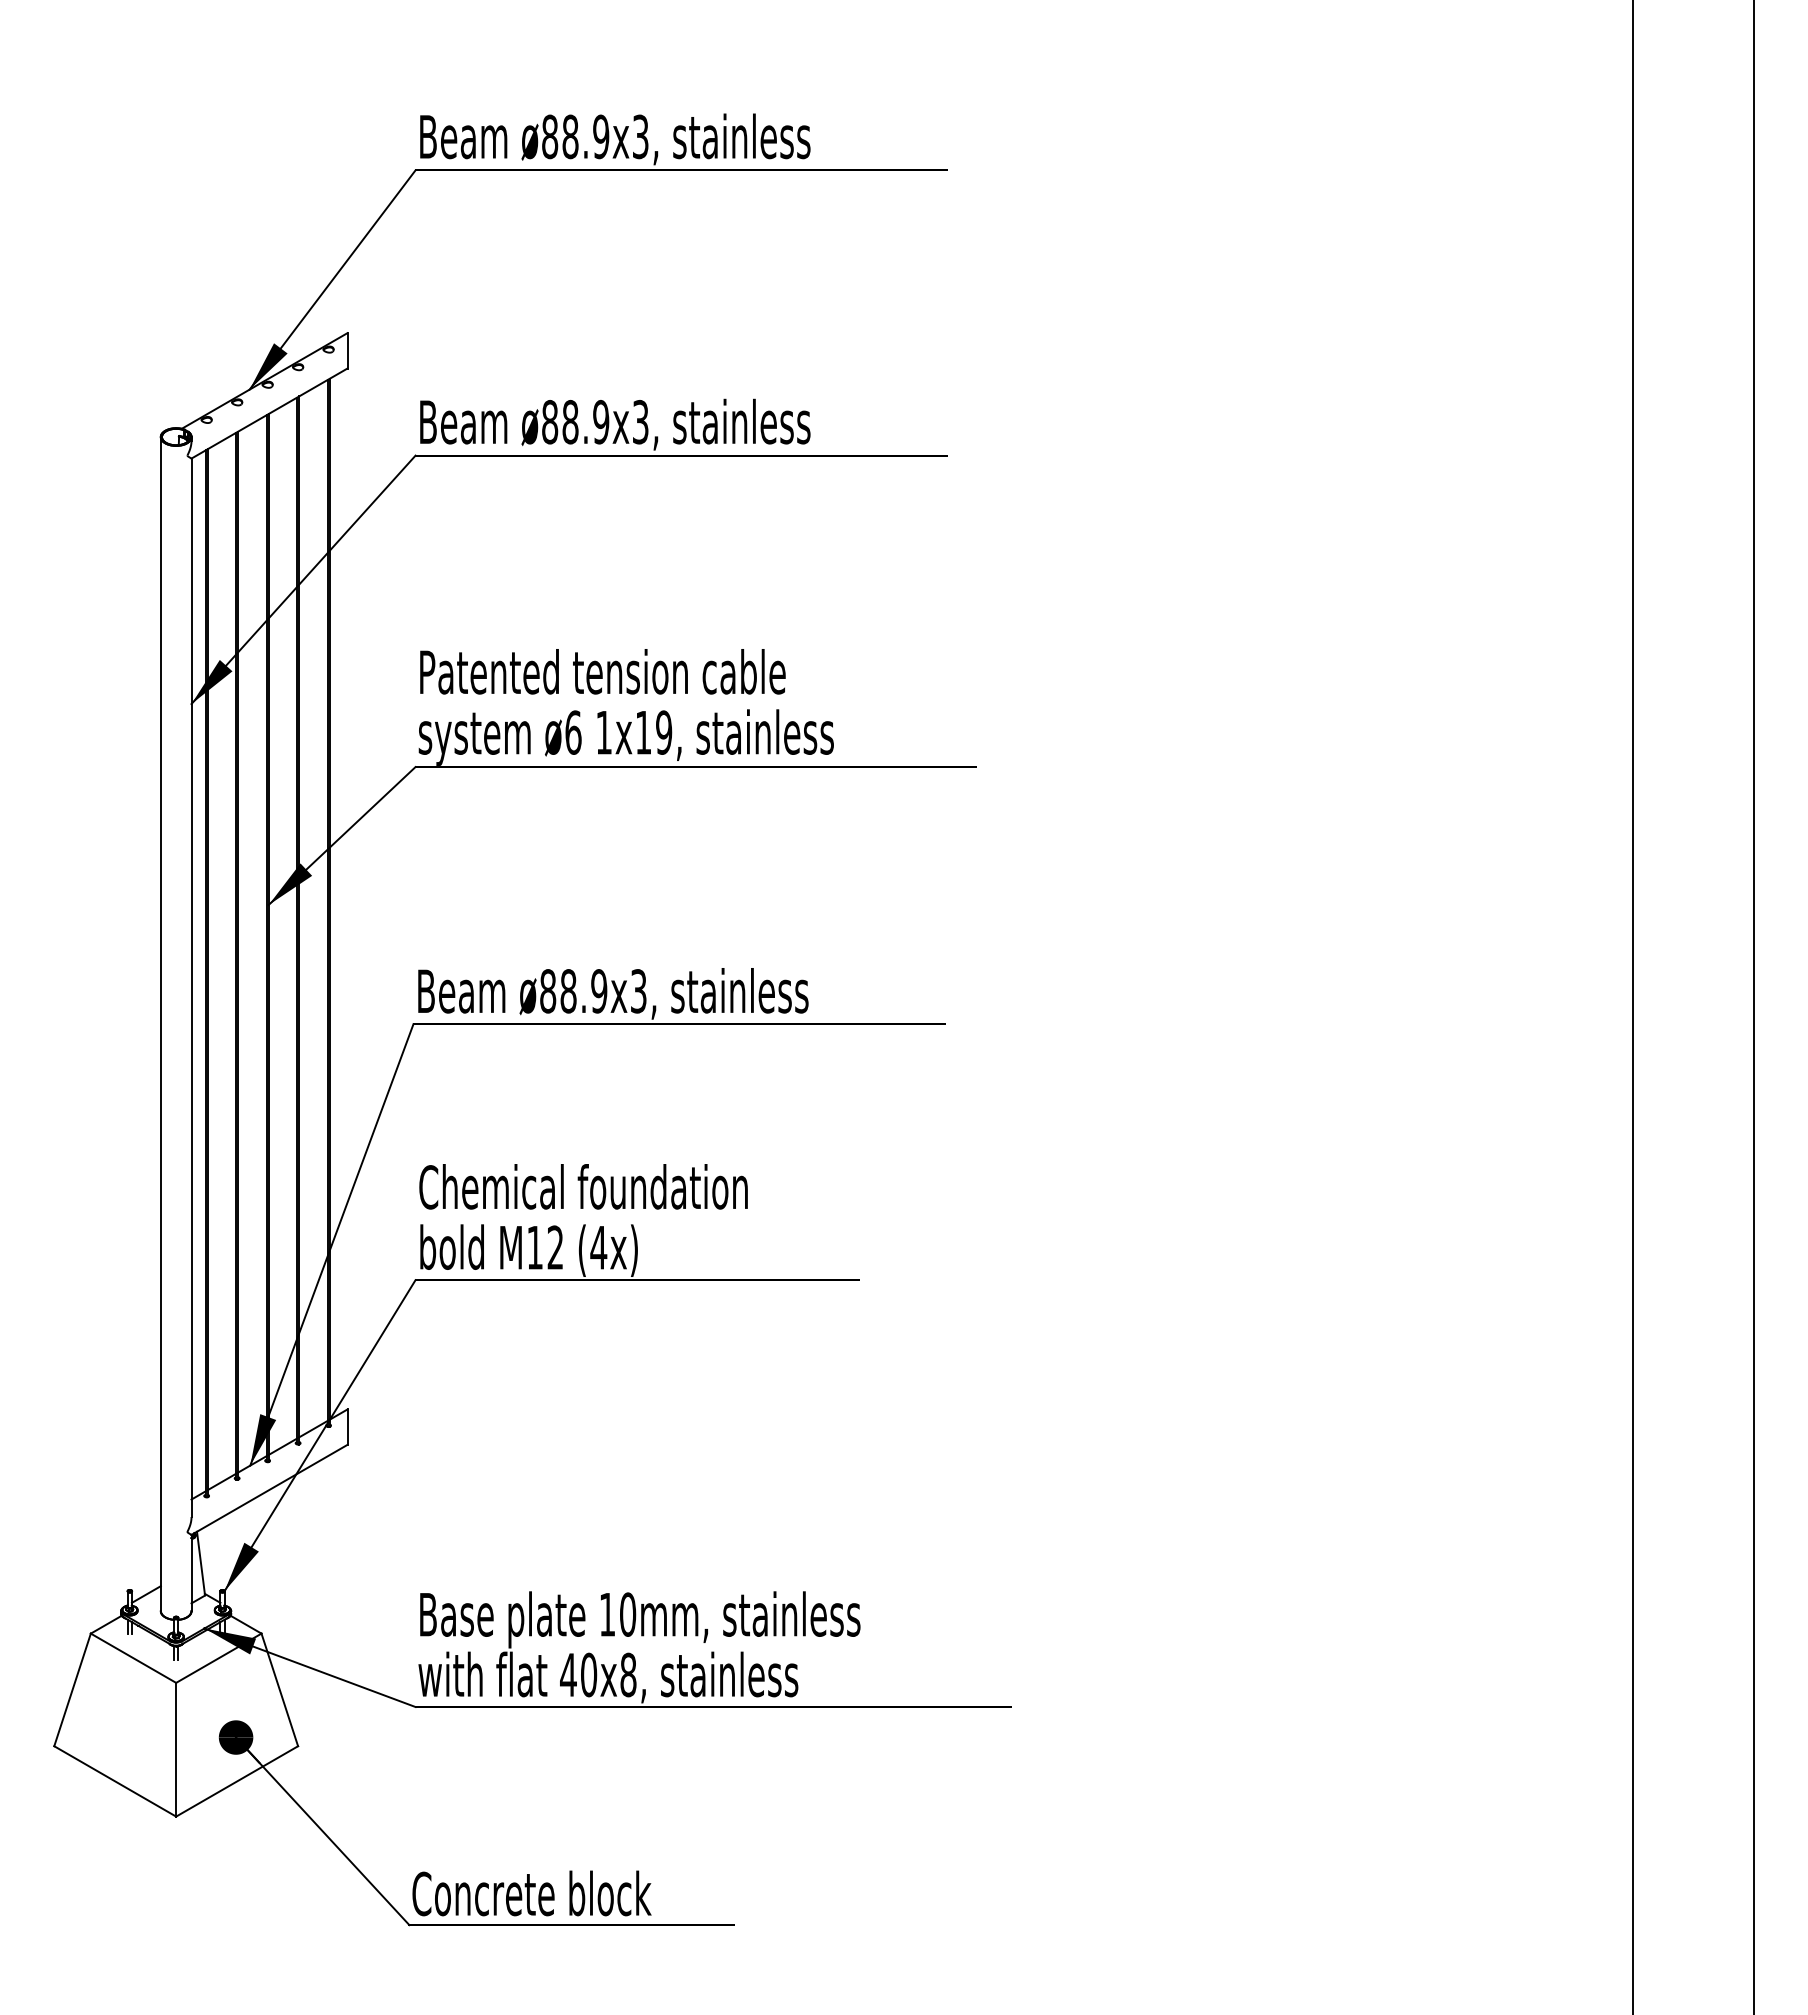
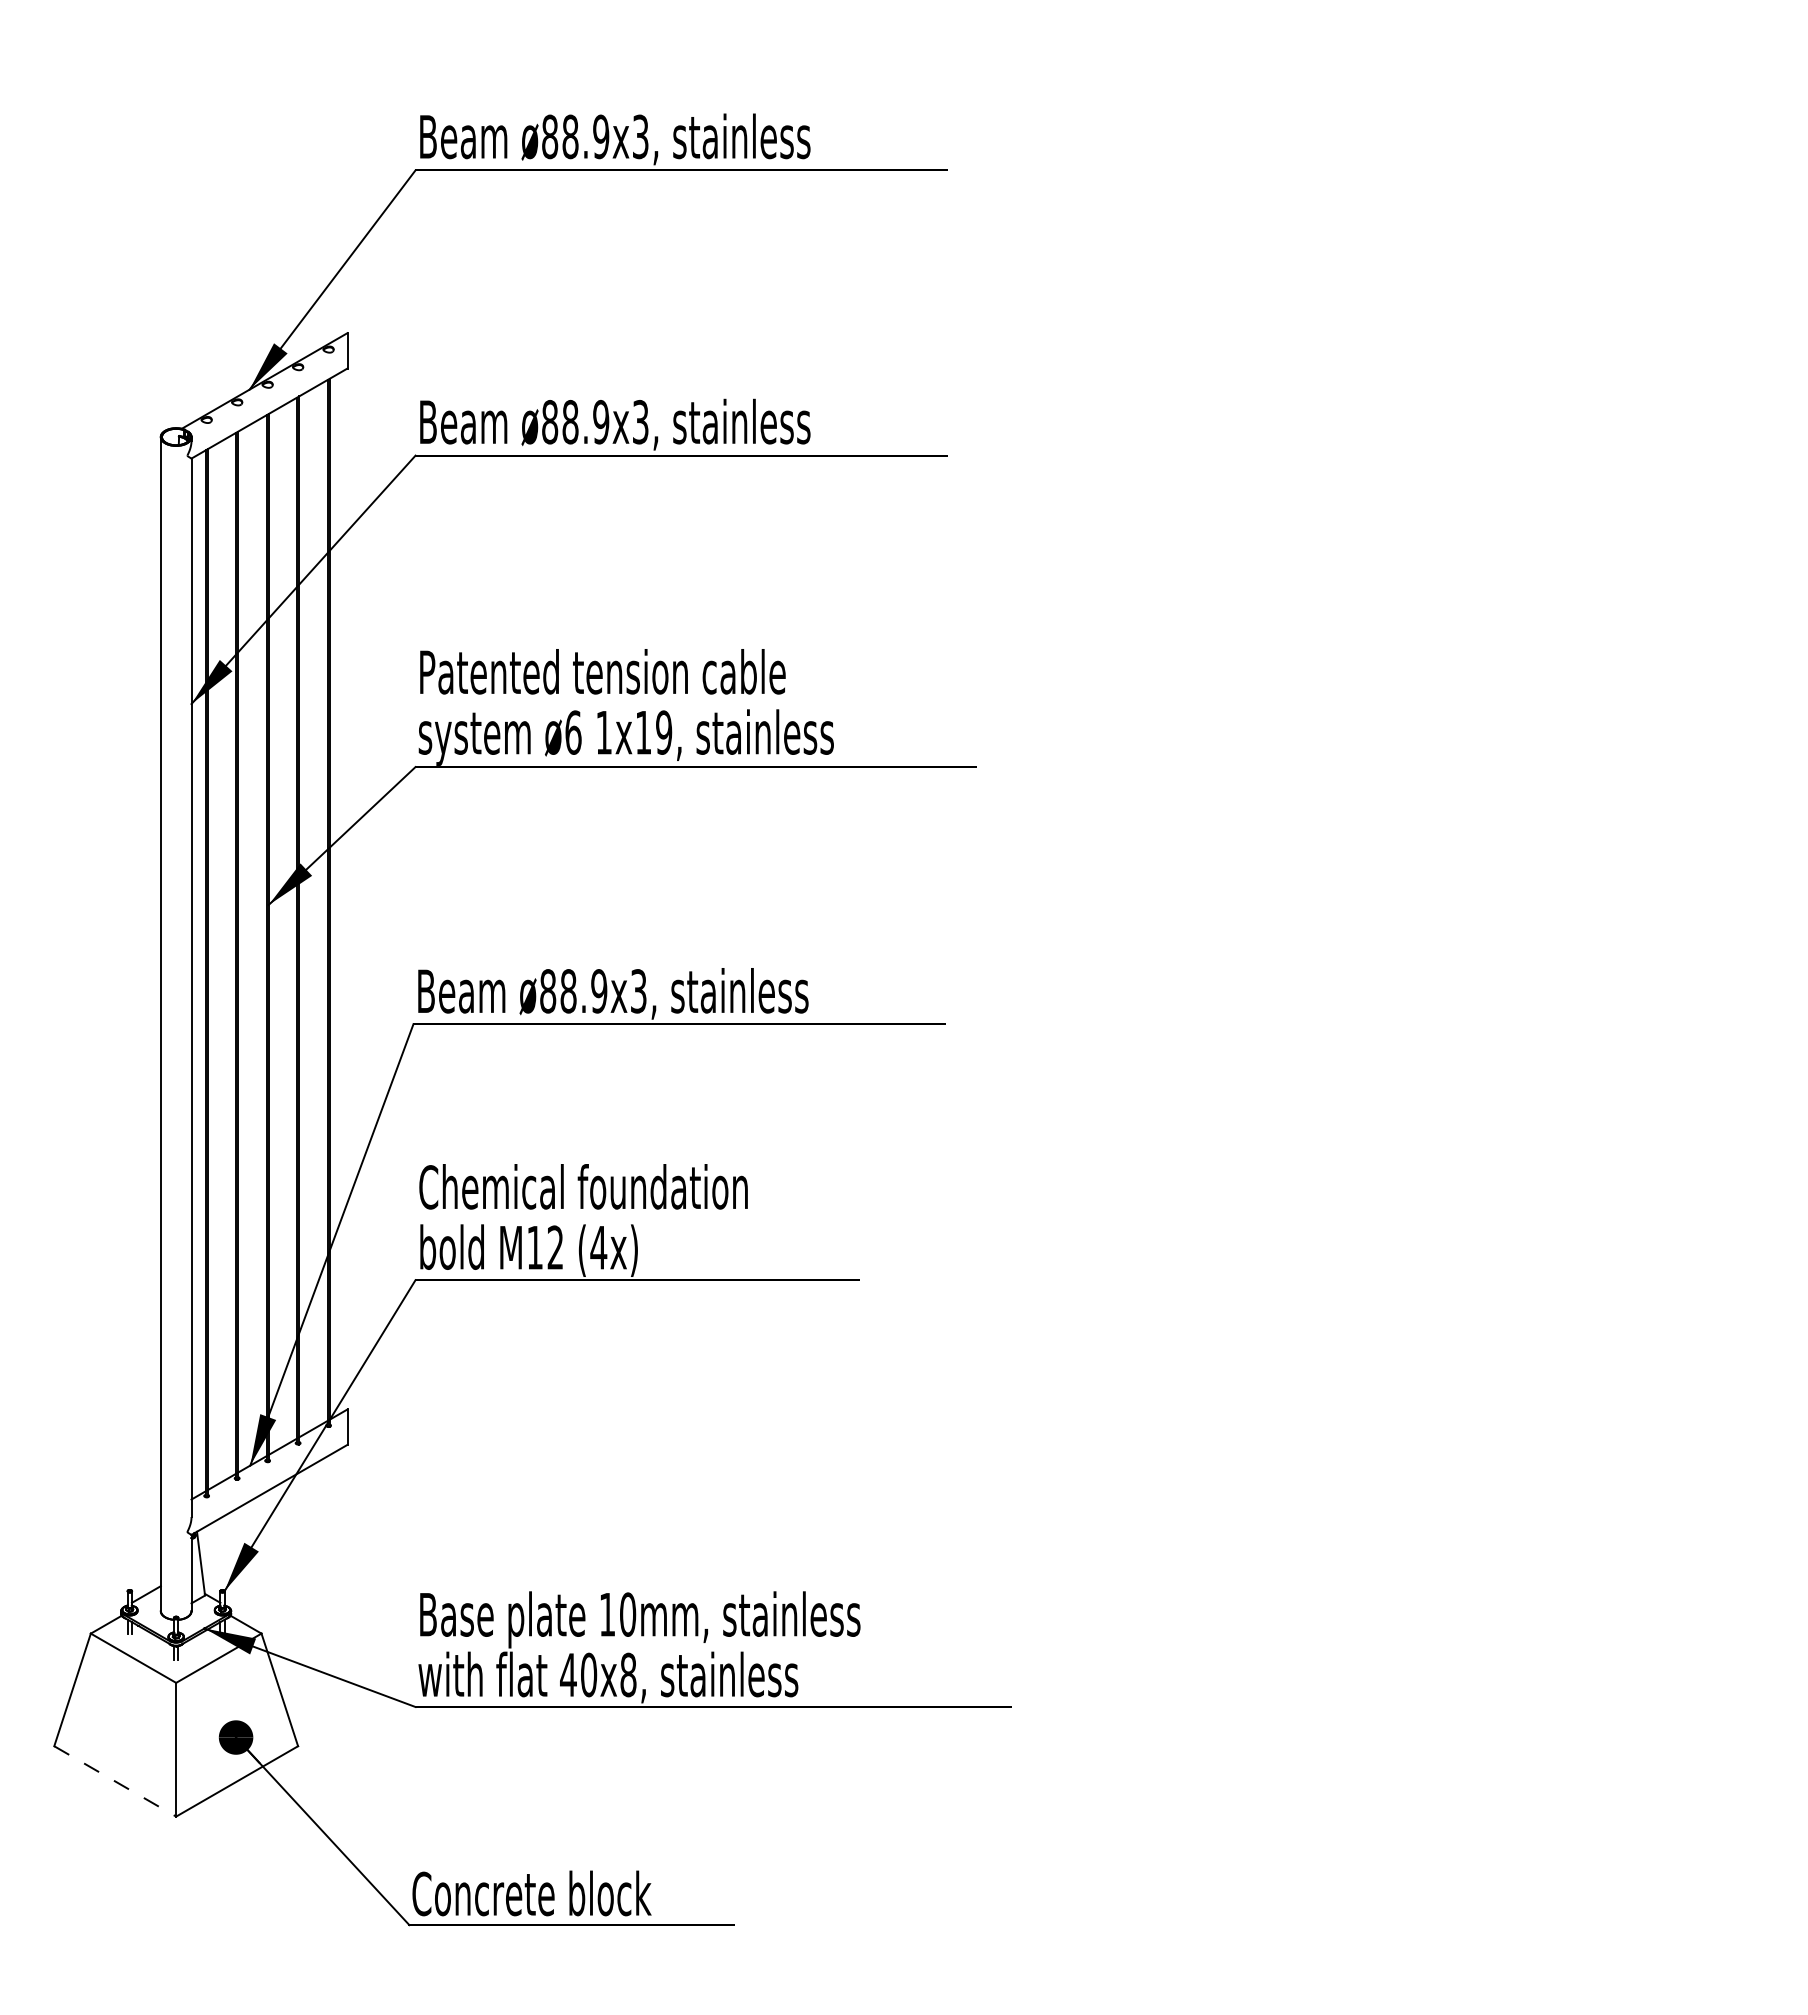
line at (1633, 1006): present -> none
line at (1753, 1006): present -> none
line at (115, 1781): solid -> dashed
